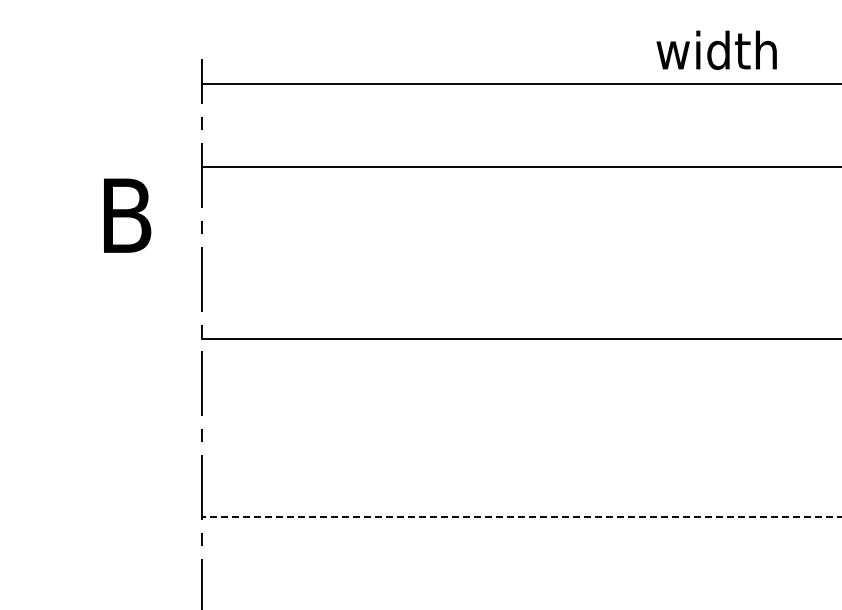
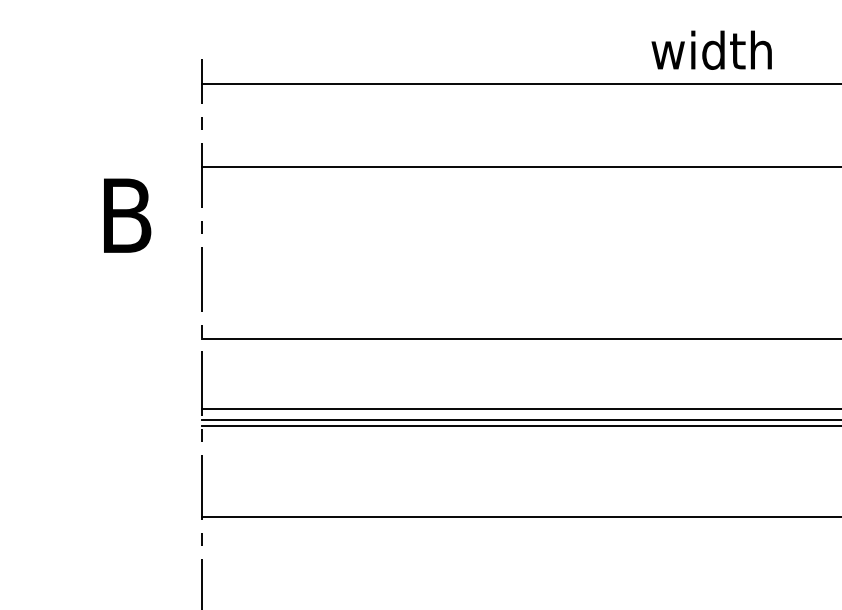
text at (716, 49) position: (716, 49) -> (711, 49)
line at (520, 409): none -> present
line at (520, 419): none -> present
line at (520, 426): none -> present
line at (522, 516): dashed -> solid
